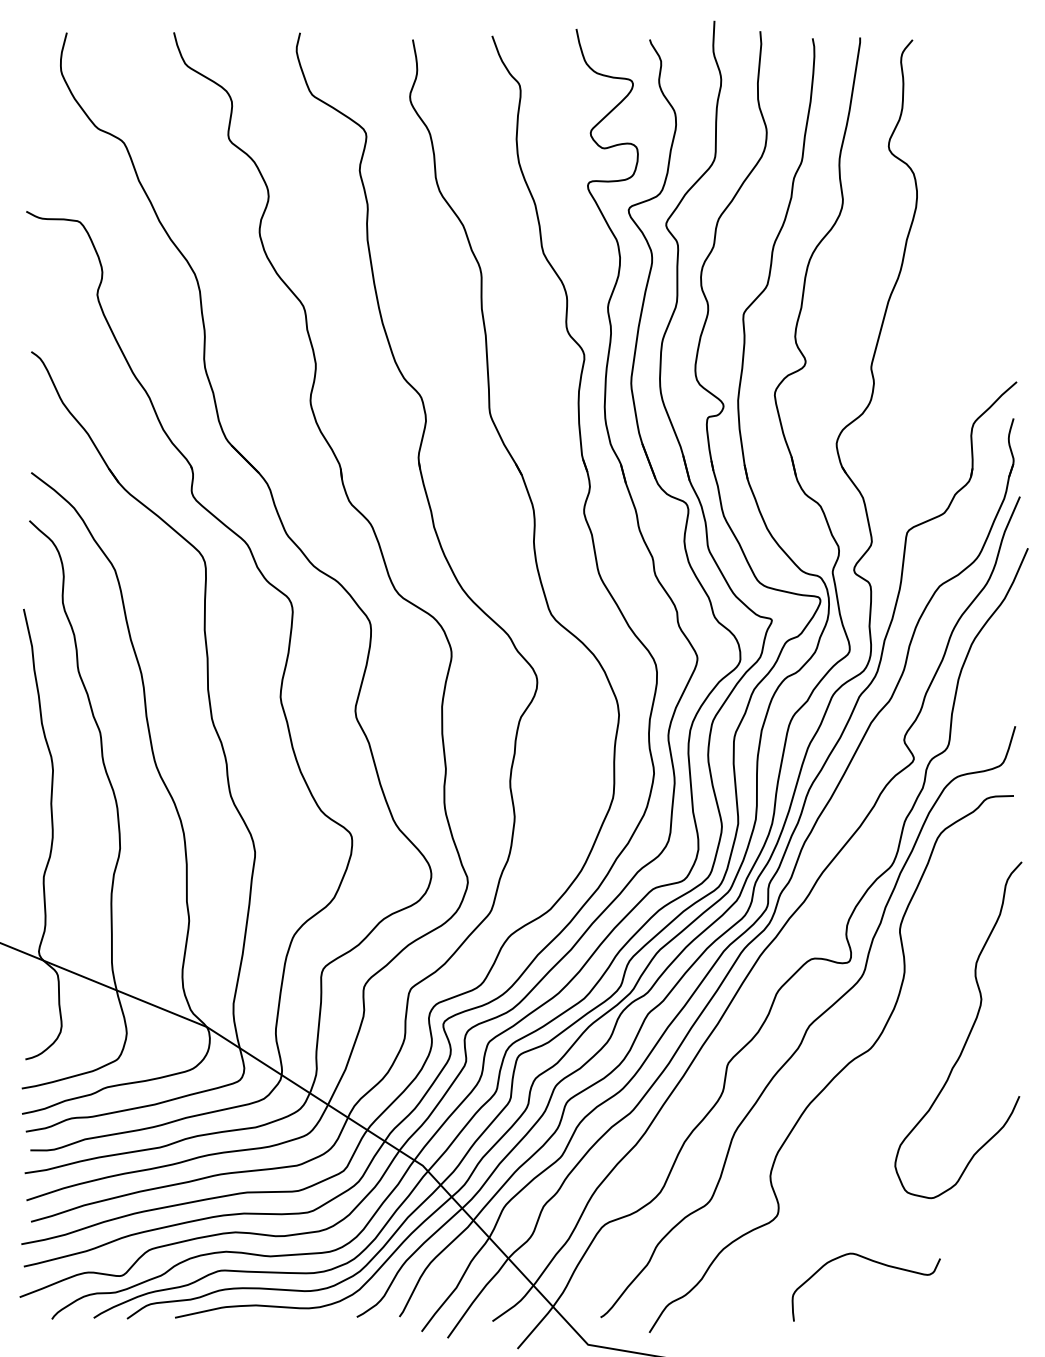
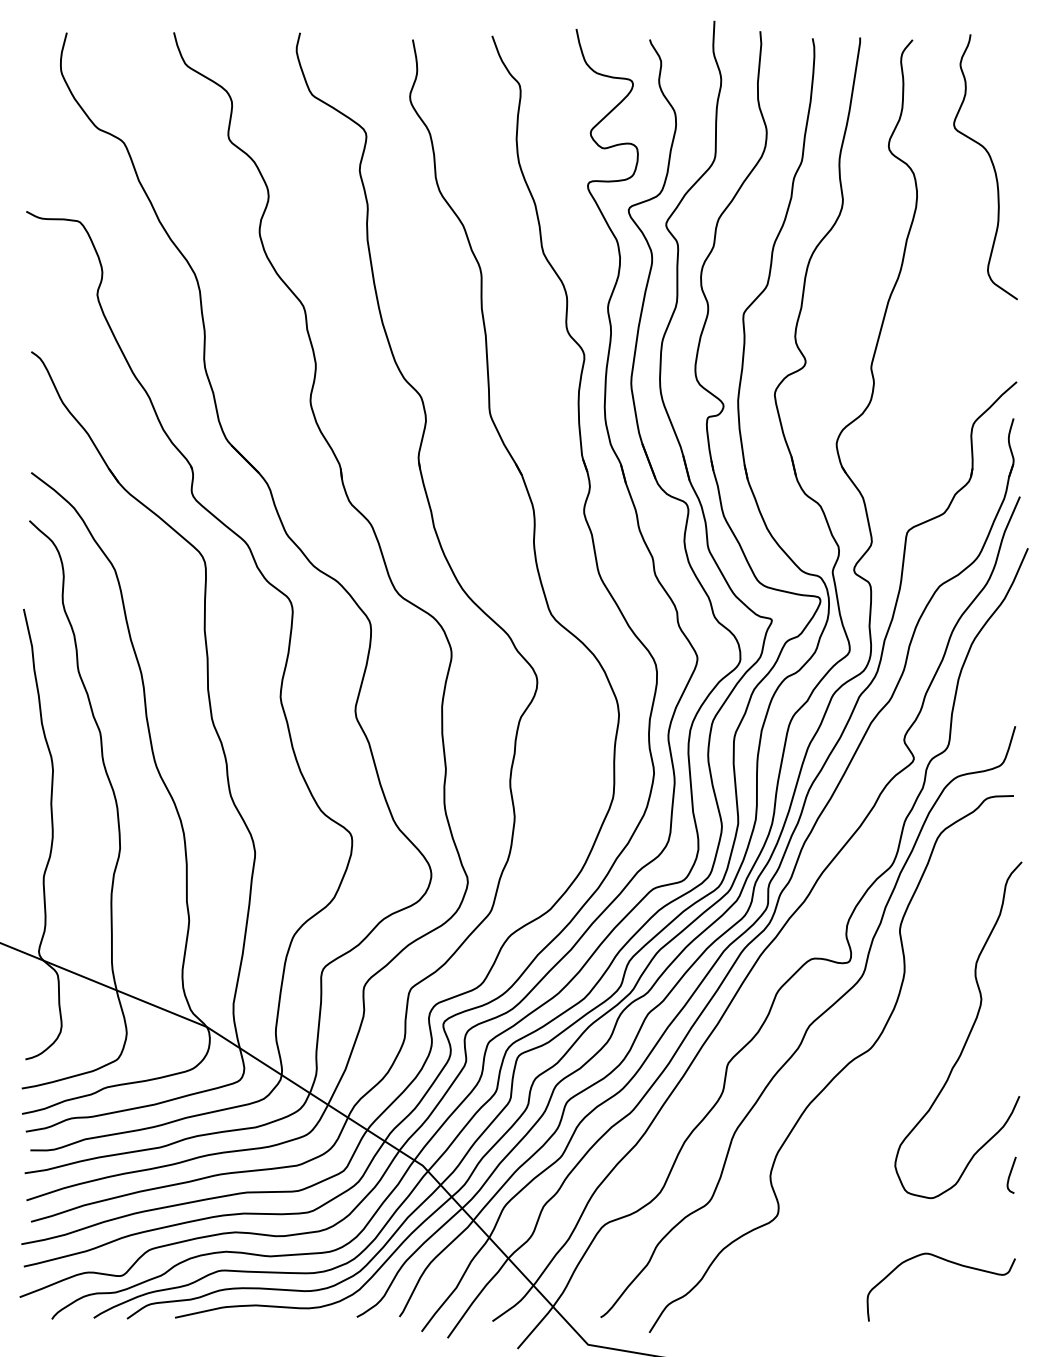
curve at (992, 166): none -> present
curve at (1011, 1173): none -> present
curve at (874, 1262) position: (874, 1262) -> (949, 1262)
